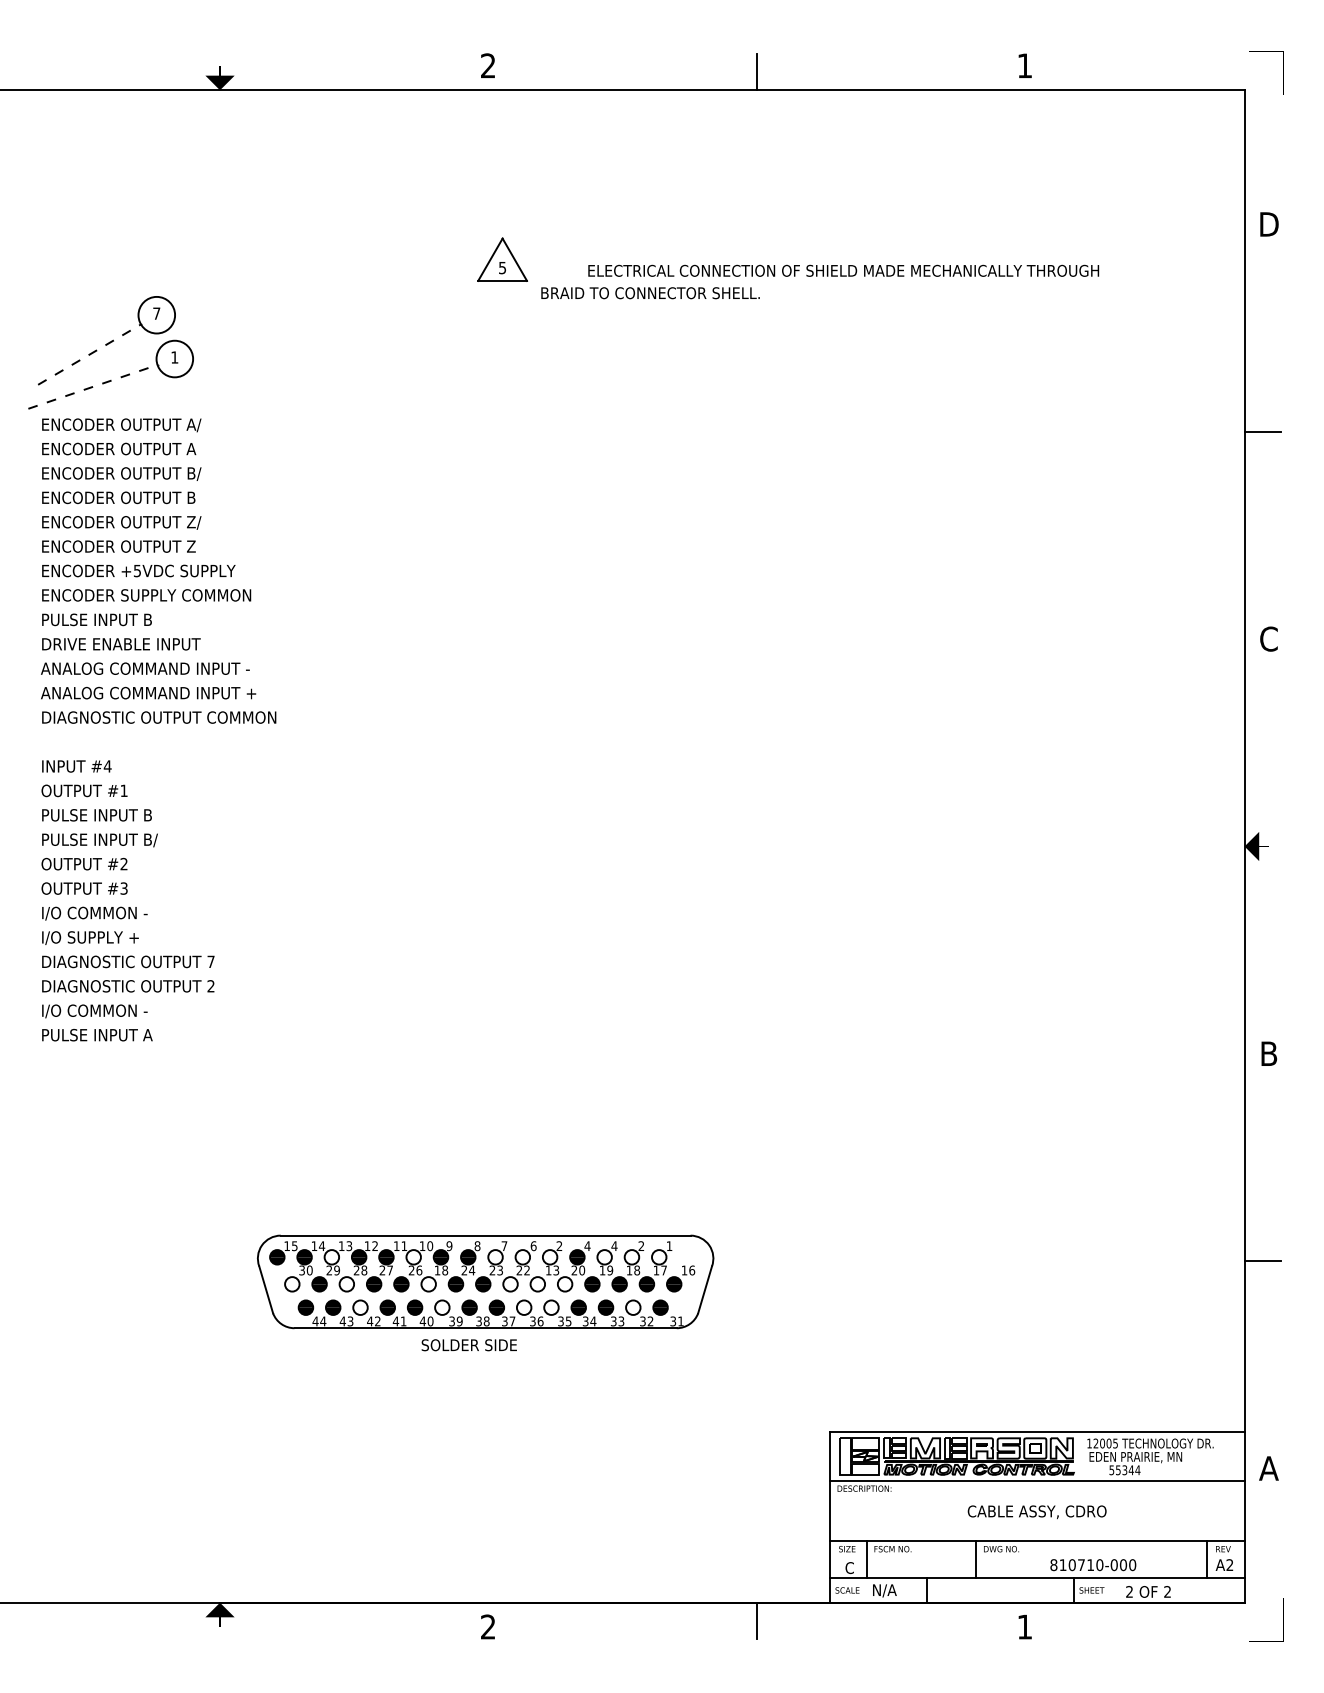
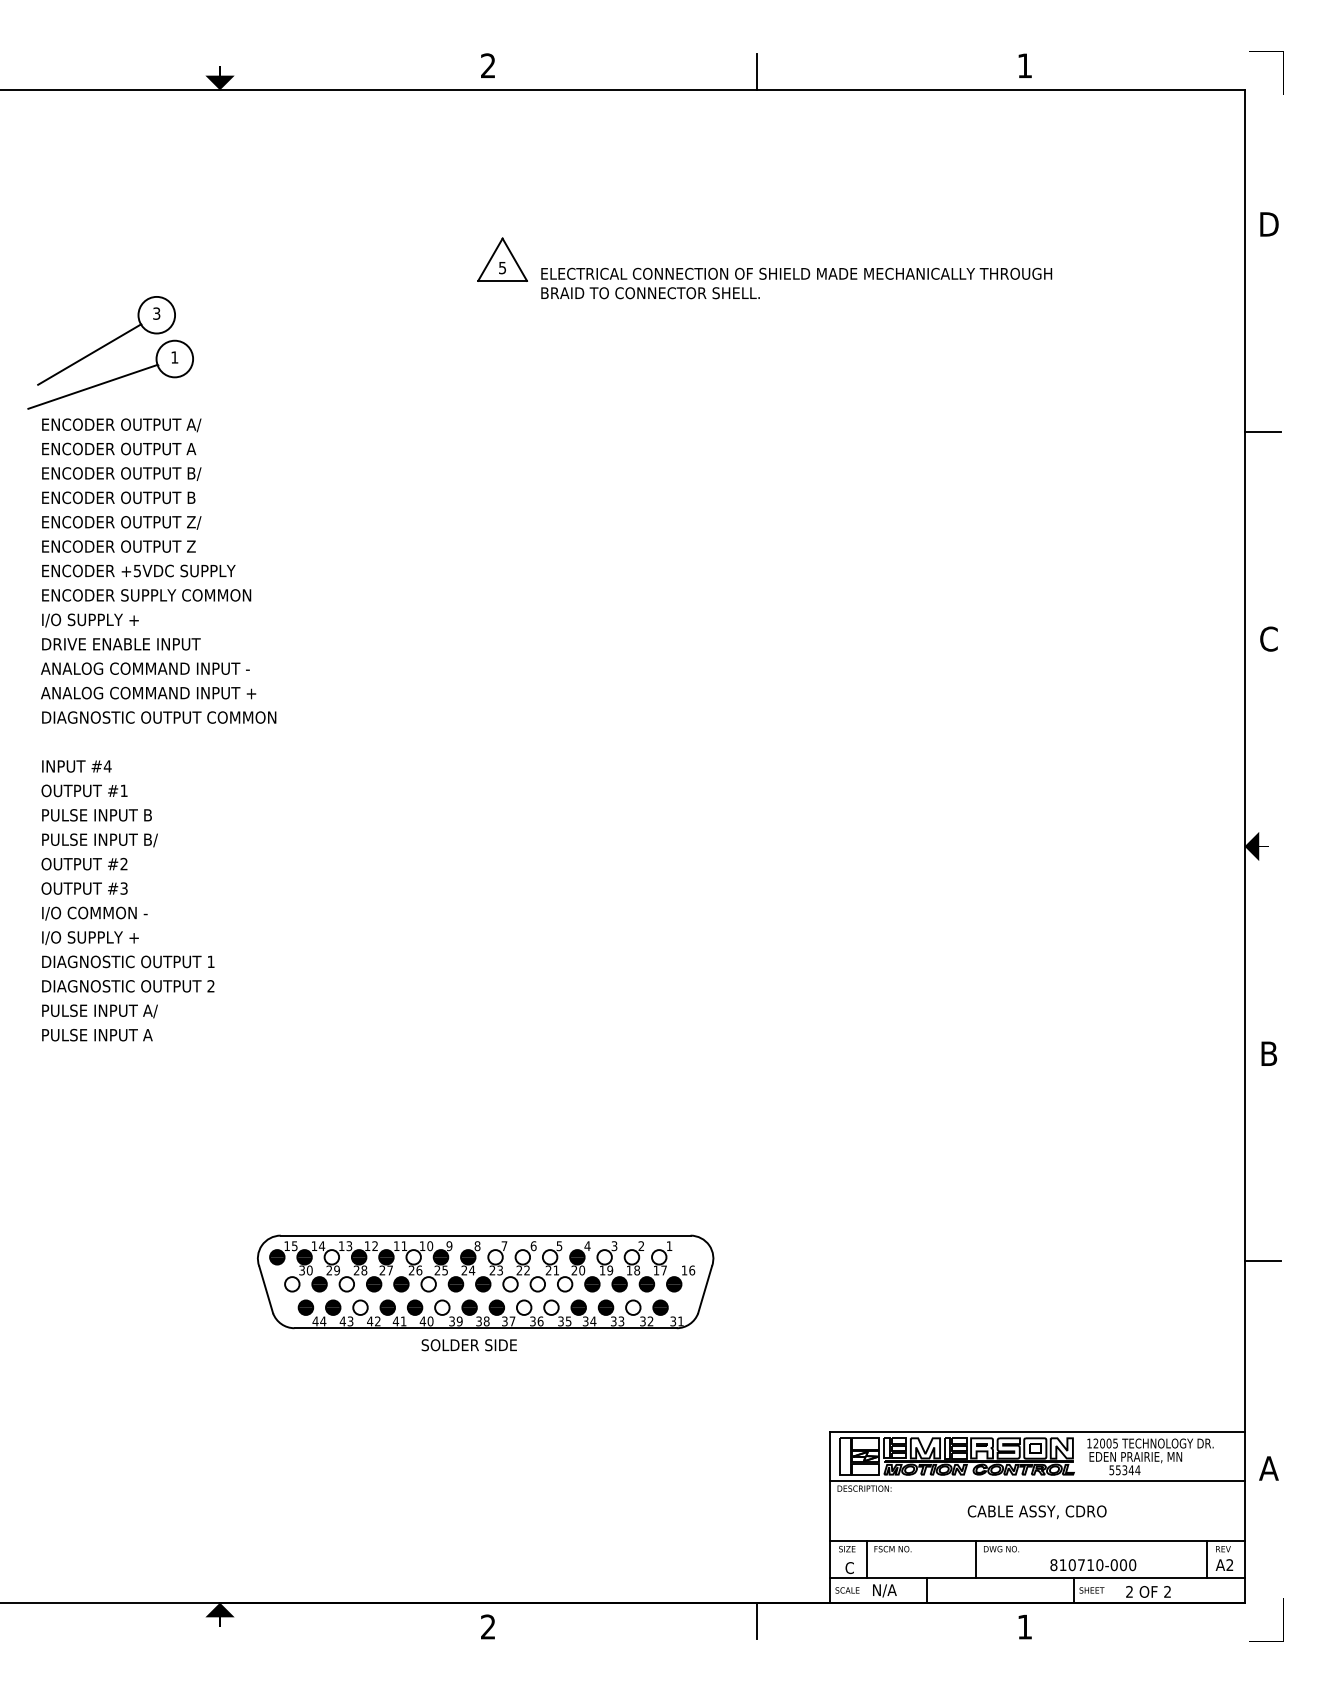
text at (843, 270) position: (843, 270) -> (796, 273)
text at (156, 313): 7 -> 3
line at (89, 354): dashed -> solid
line at (93, 386): dashed -> solid
text at (97, 620): PULSE INPUT B -> I/O SUPPLY +
text at (210, 961): 7 -> 1
text at (100, 1011): I/O COMMON - -> PULSE INPUT A/
text at (559, 1246): 2 -> 5
text at (614, 1246): 4 -> 3
text at (441, 1270): 18 -> 25
text at (552, 1270): 13 -> 21
